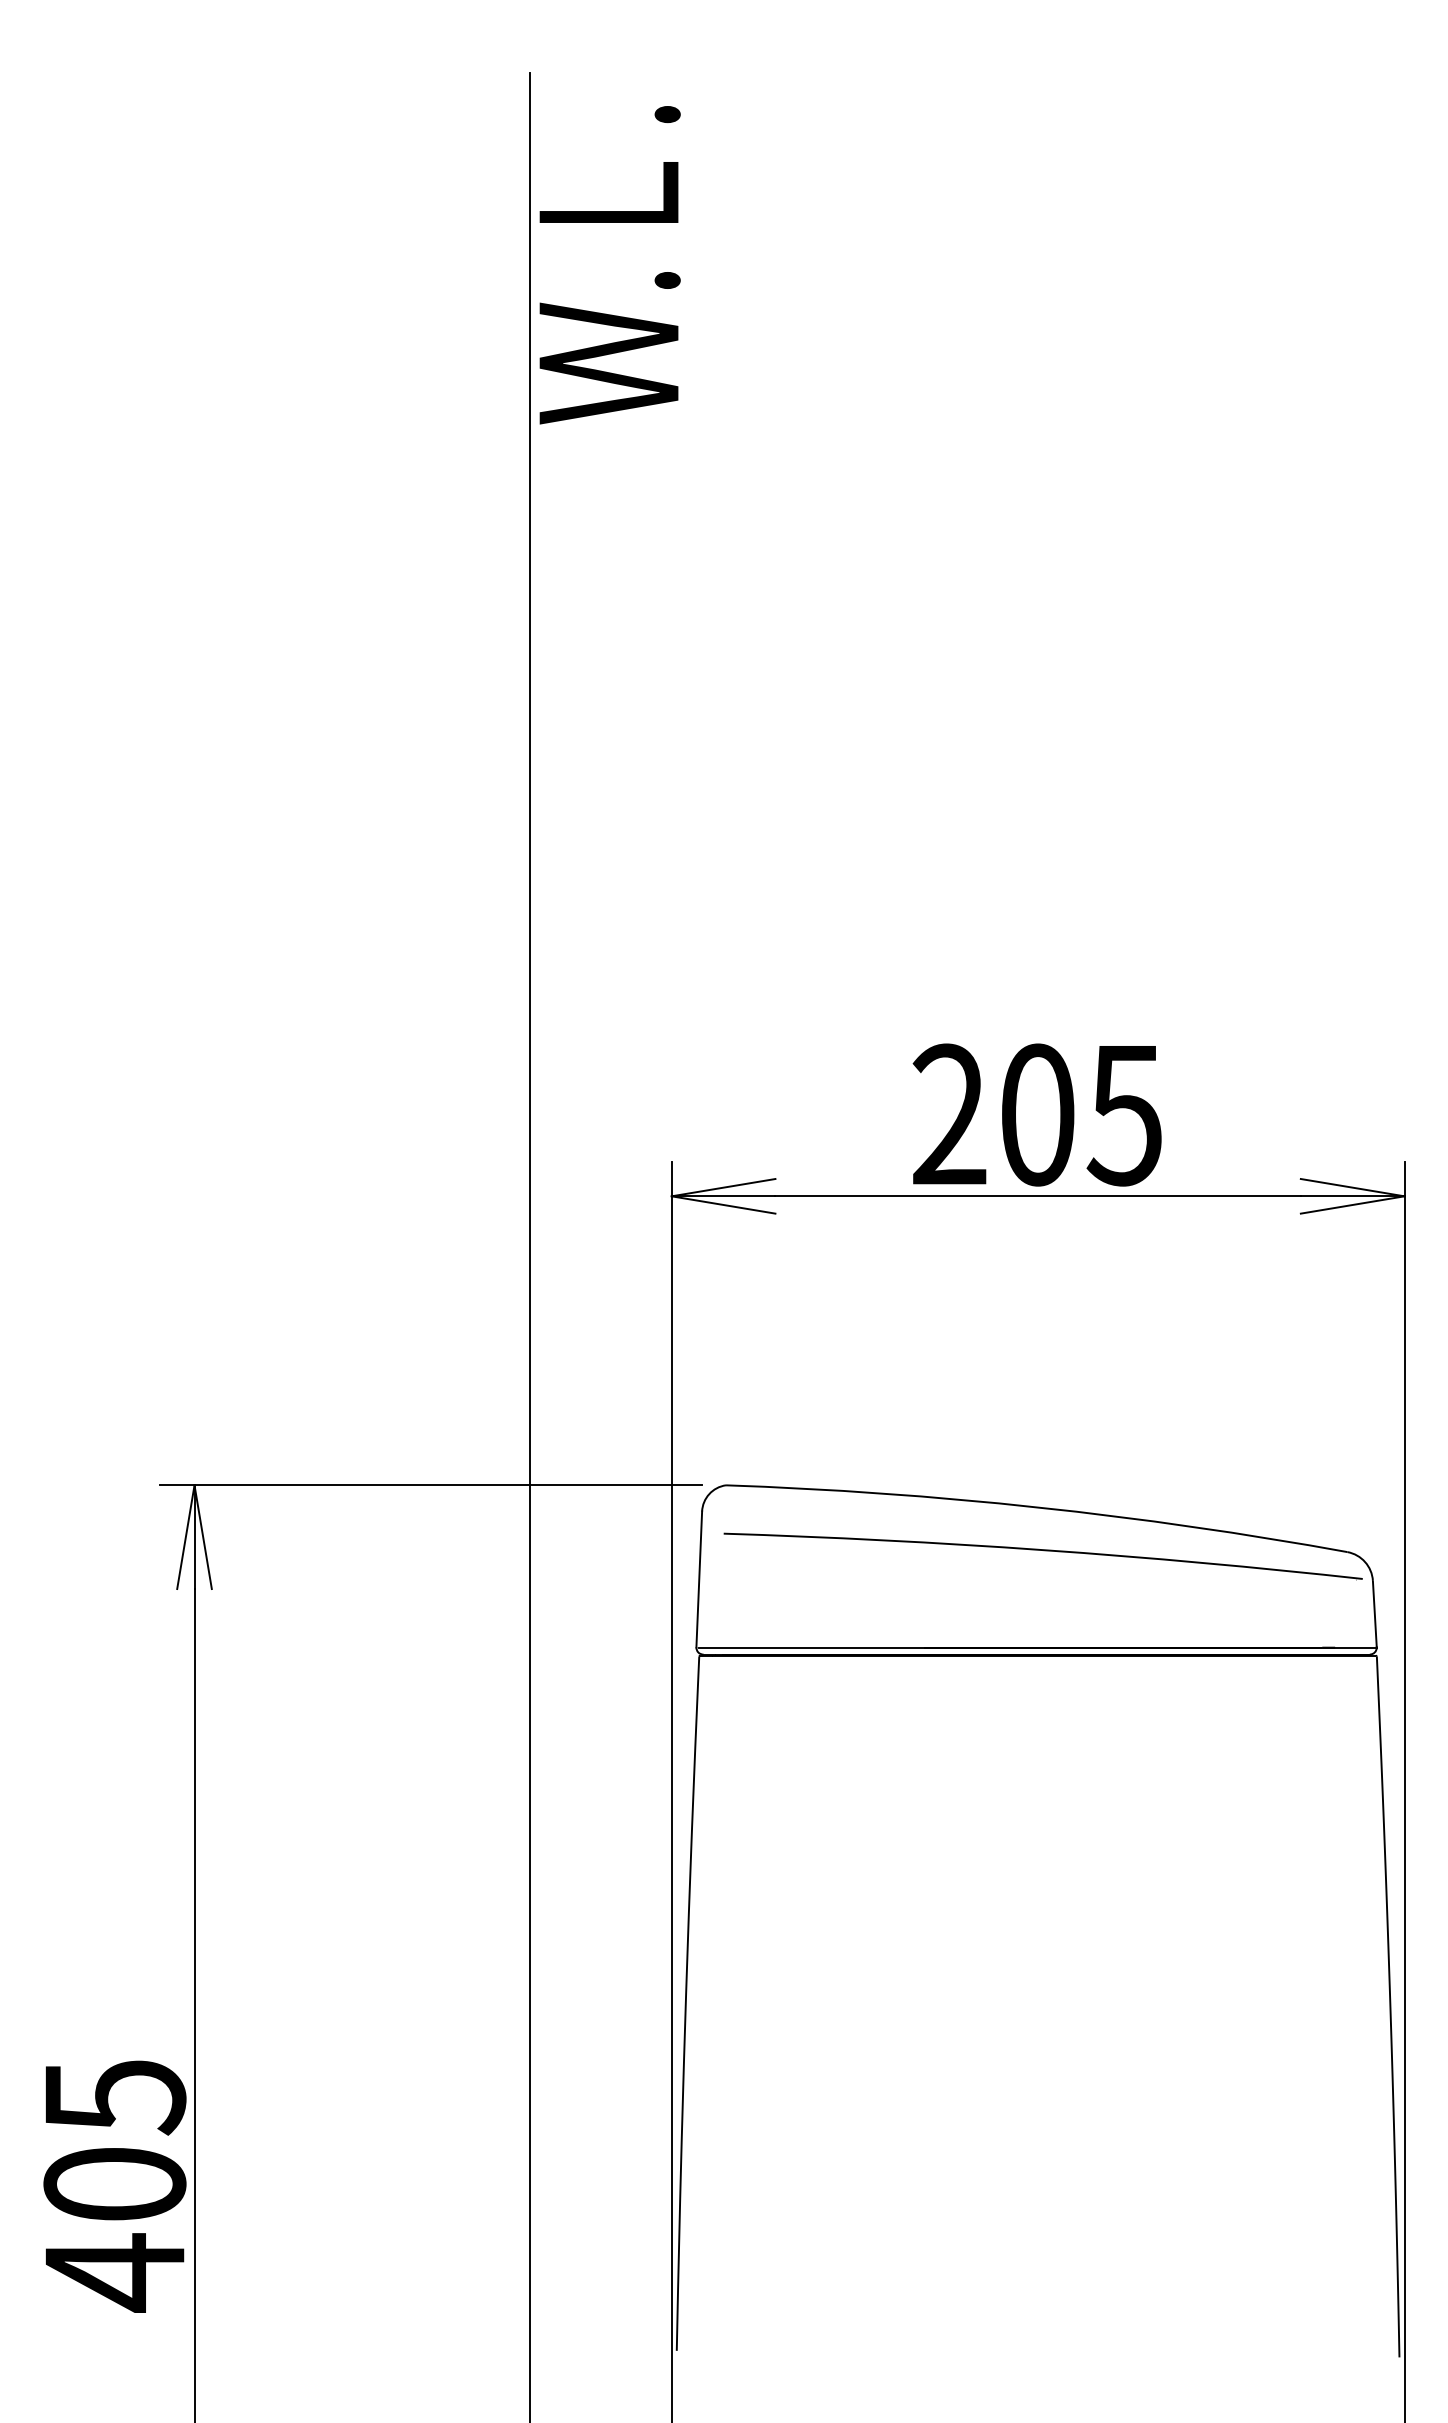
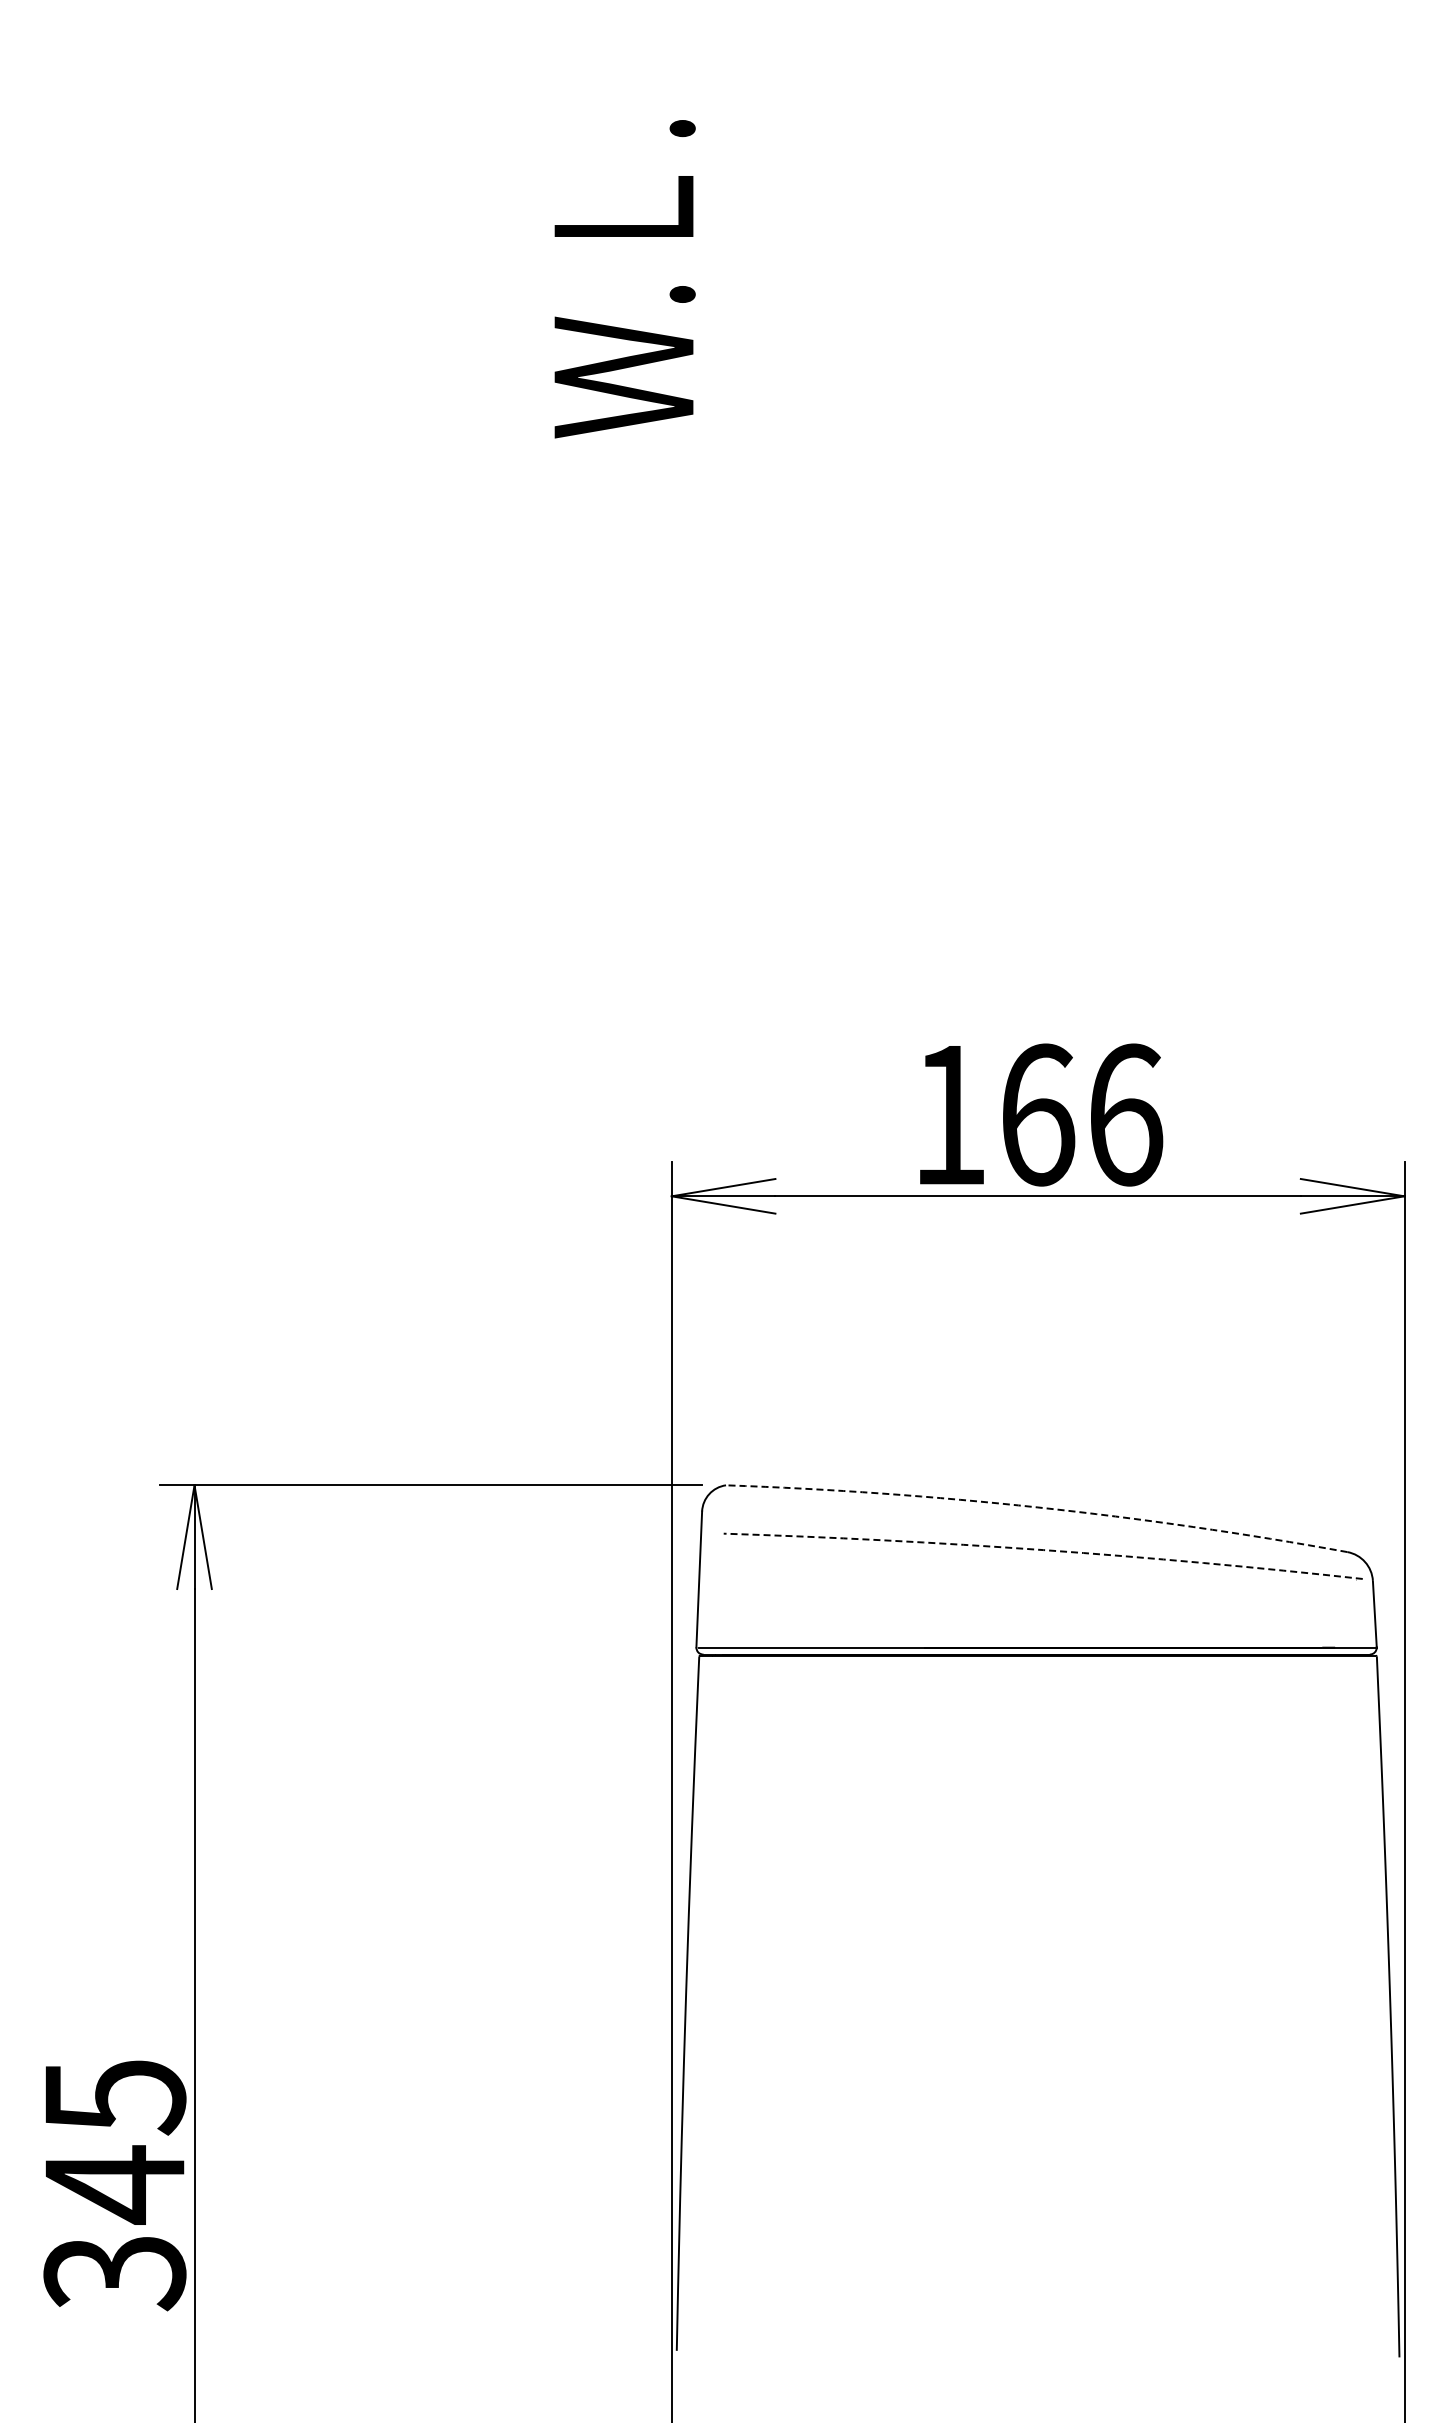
text at (609, 265) position: (609, 265) -> (624, 279)
text at (1037, 1114): 205 -> 166
line at (529, 1245): present -> none
arc at (1037, 1507): solid -> dashed
arc at (1043, 1550): solid -> dashed
text at (114, 2228): 405 -> 345
